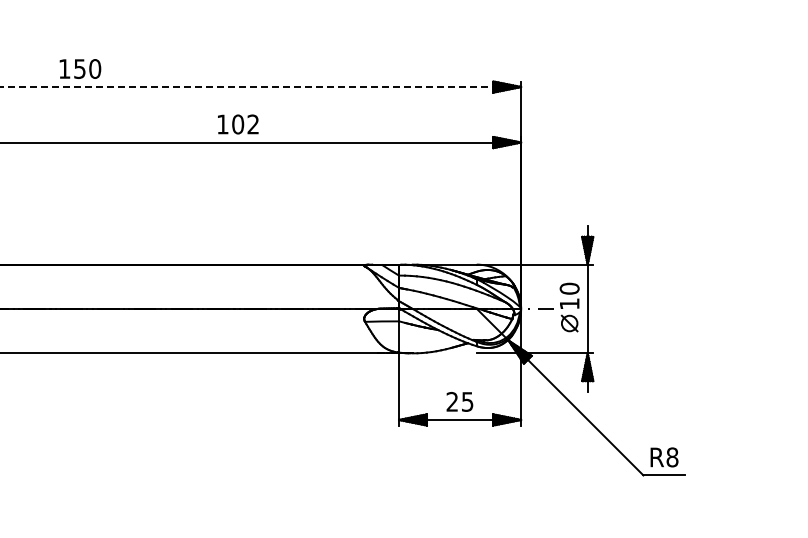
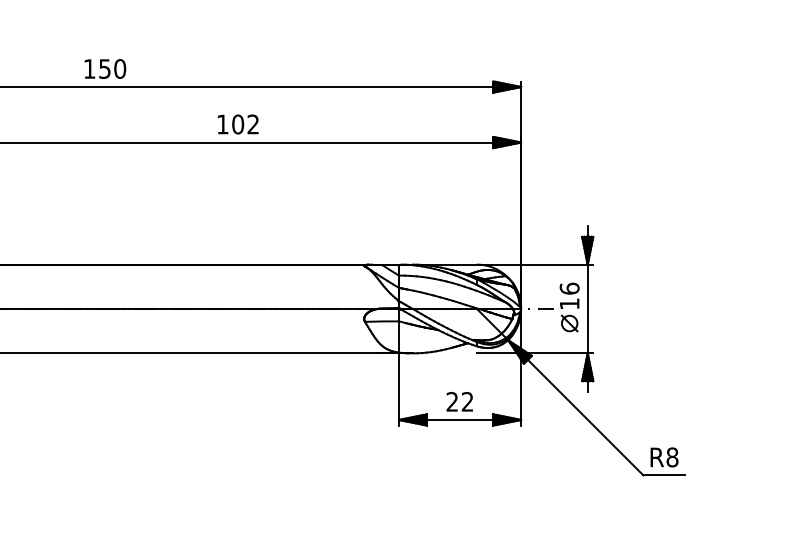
text at (80, 68) position: (80, 68) -> (105, 68)
line at (261, 87): dashed -> solid
text at (569, 288): 10 -> 16
text at (467, 401): 25 -> 22
